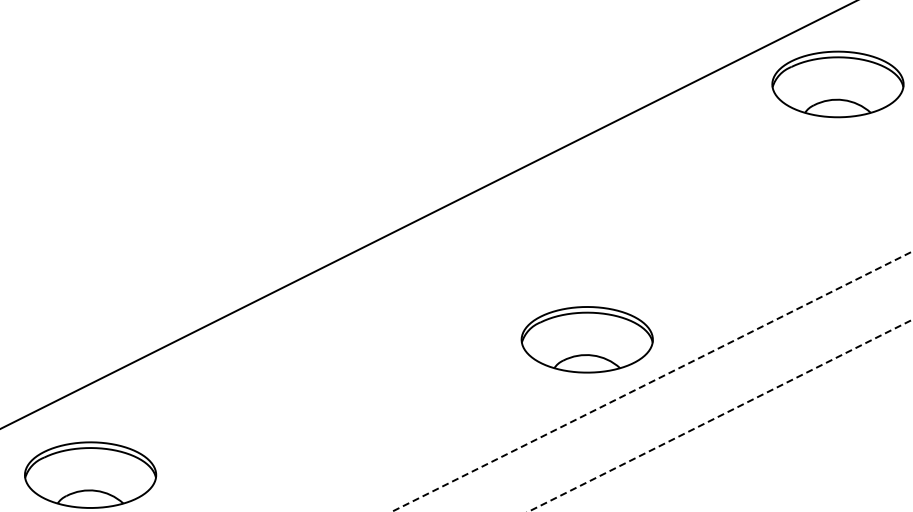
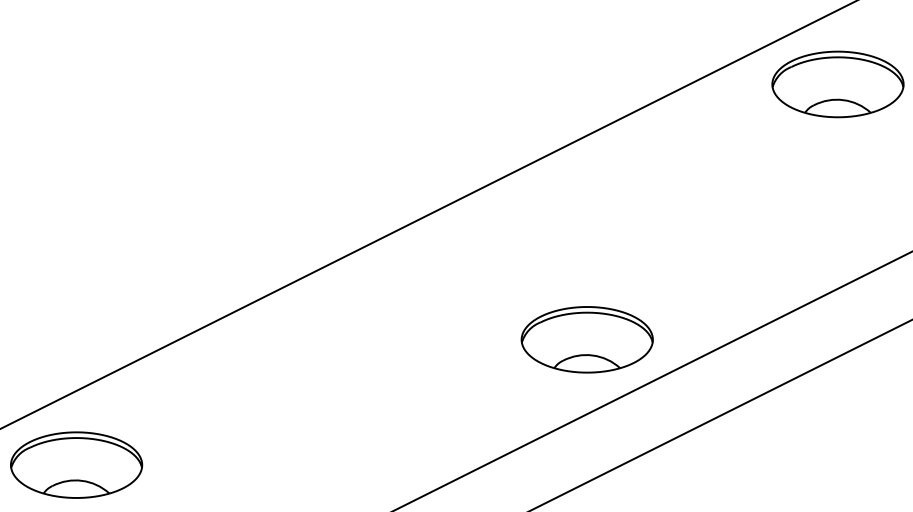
line at (651, 381): dashed -> solid
line at (719, 416): dashed -> solid
part at (90, 474) position: (90, 474) -> (76, 464)
